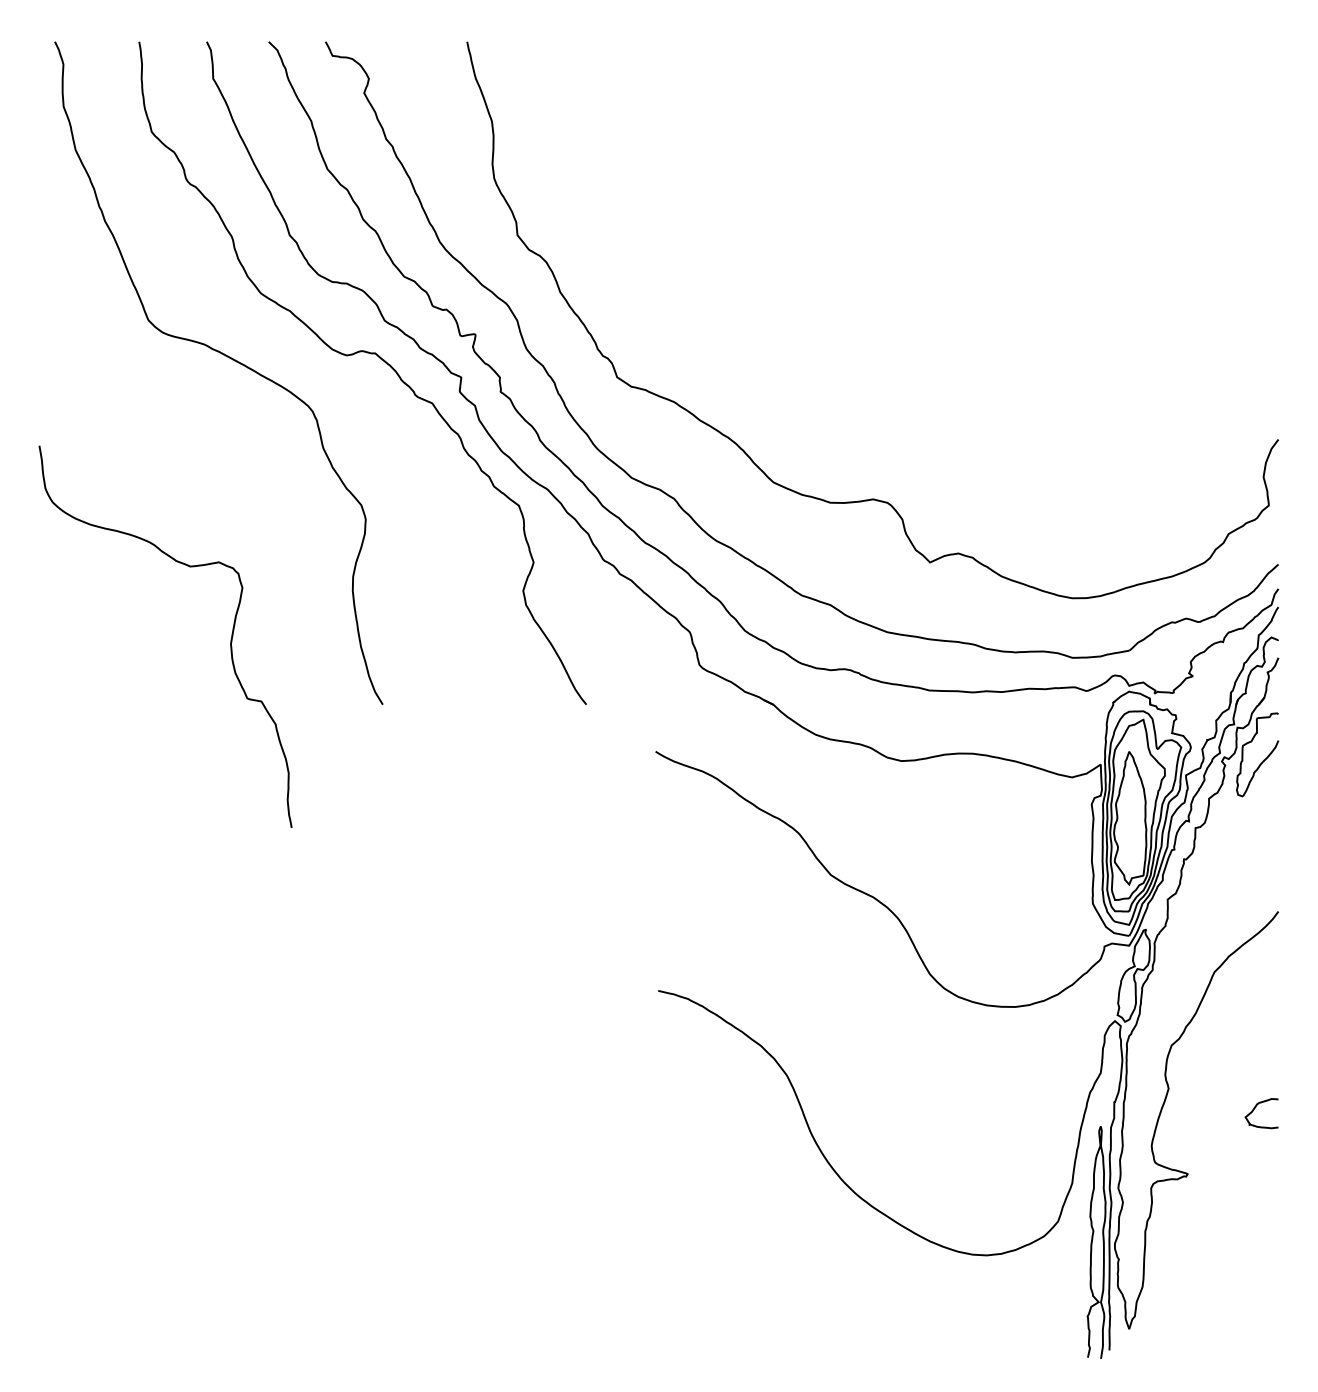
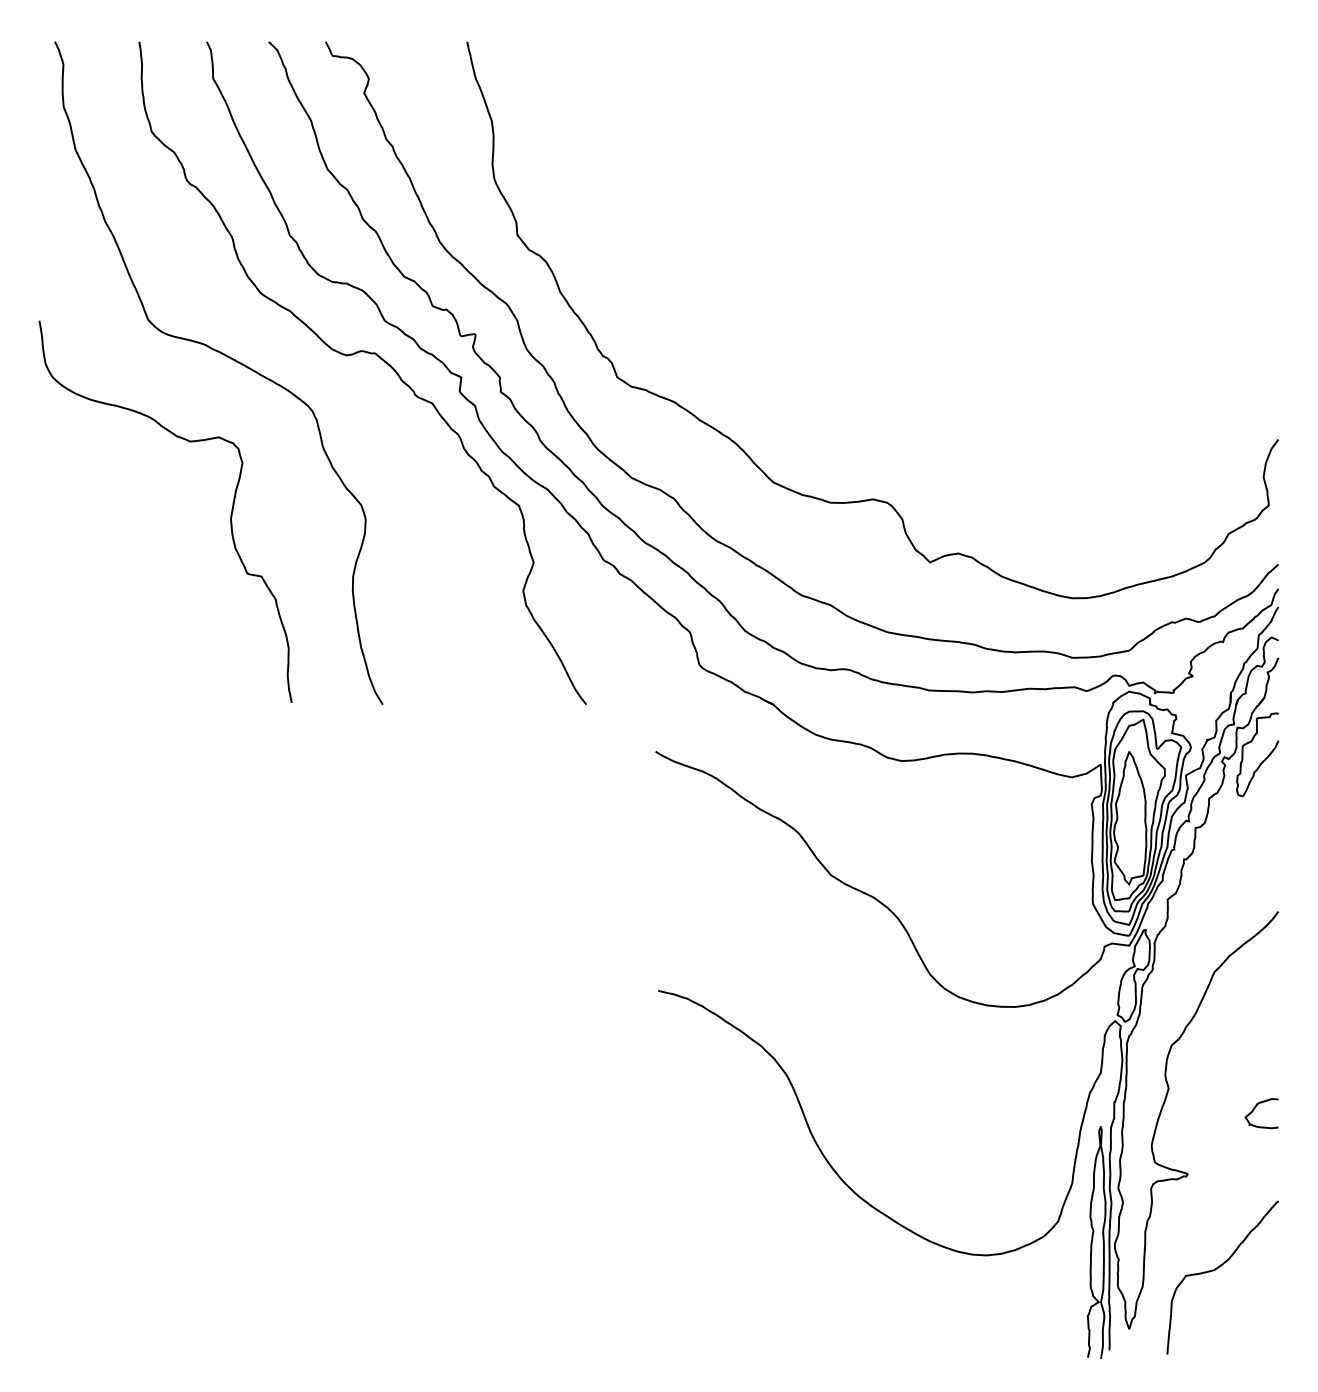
curve at (230, 639) position: (230, 639) -> (230, 514)
curve at (1217, 1269): none -> present
